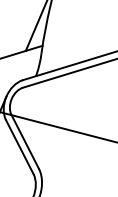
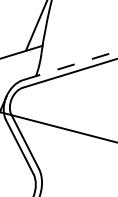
line at (70, 65): solid -> dashed
